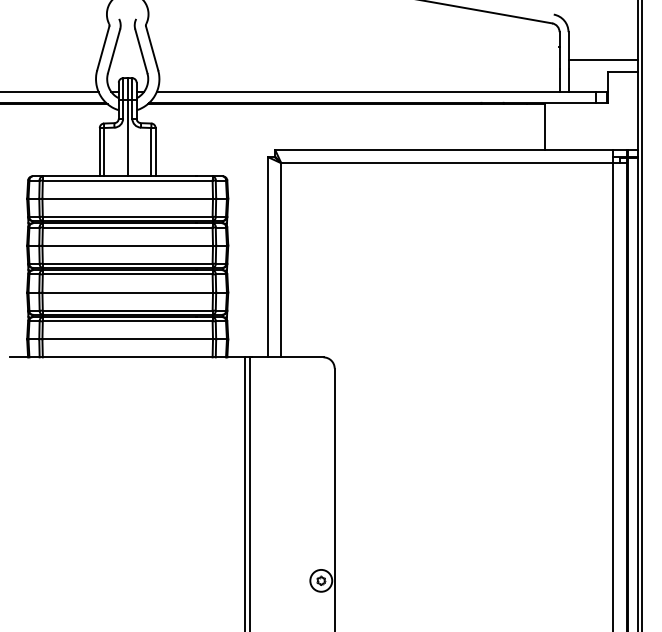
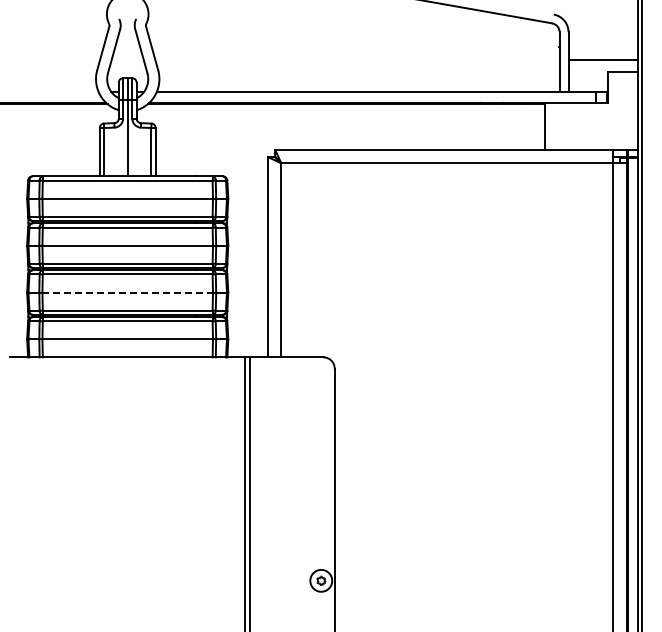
line at (50, 91): present -> none
line at (128, 292): solid -> dashed
